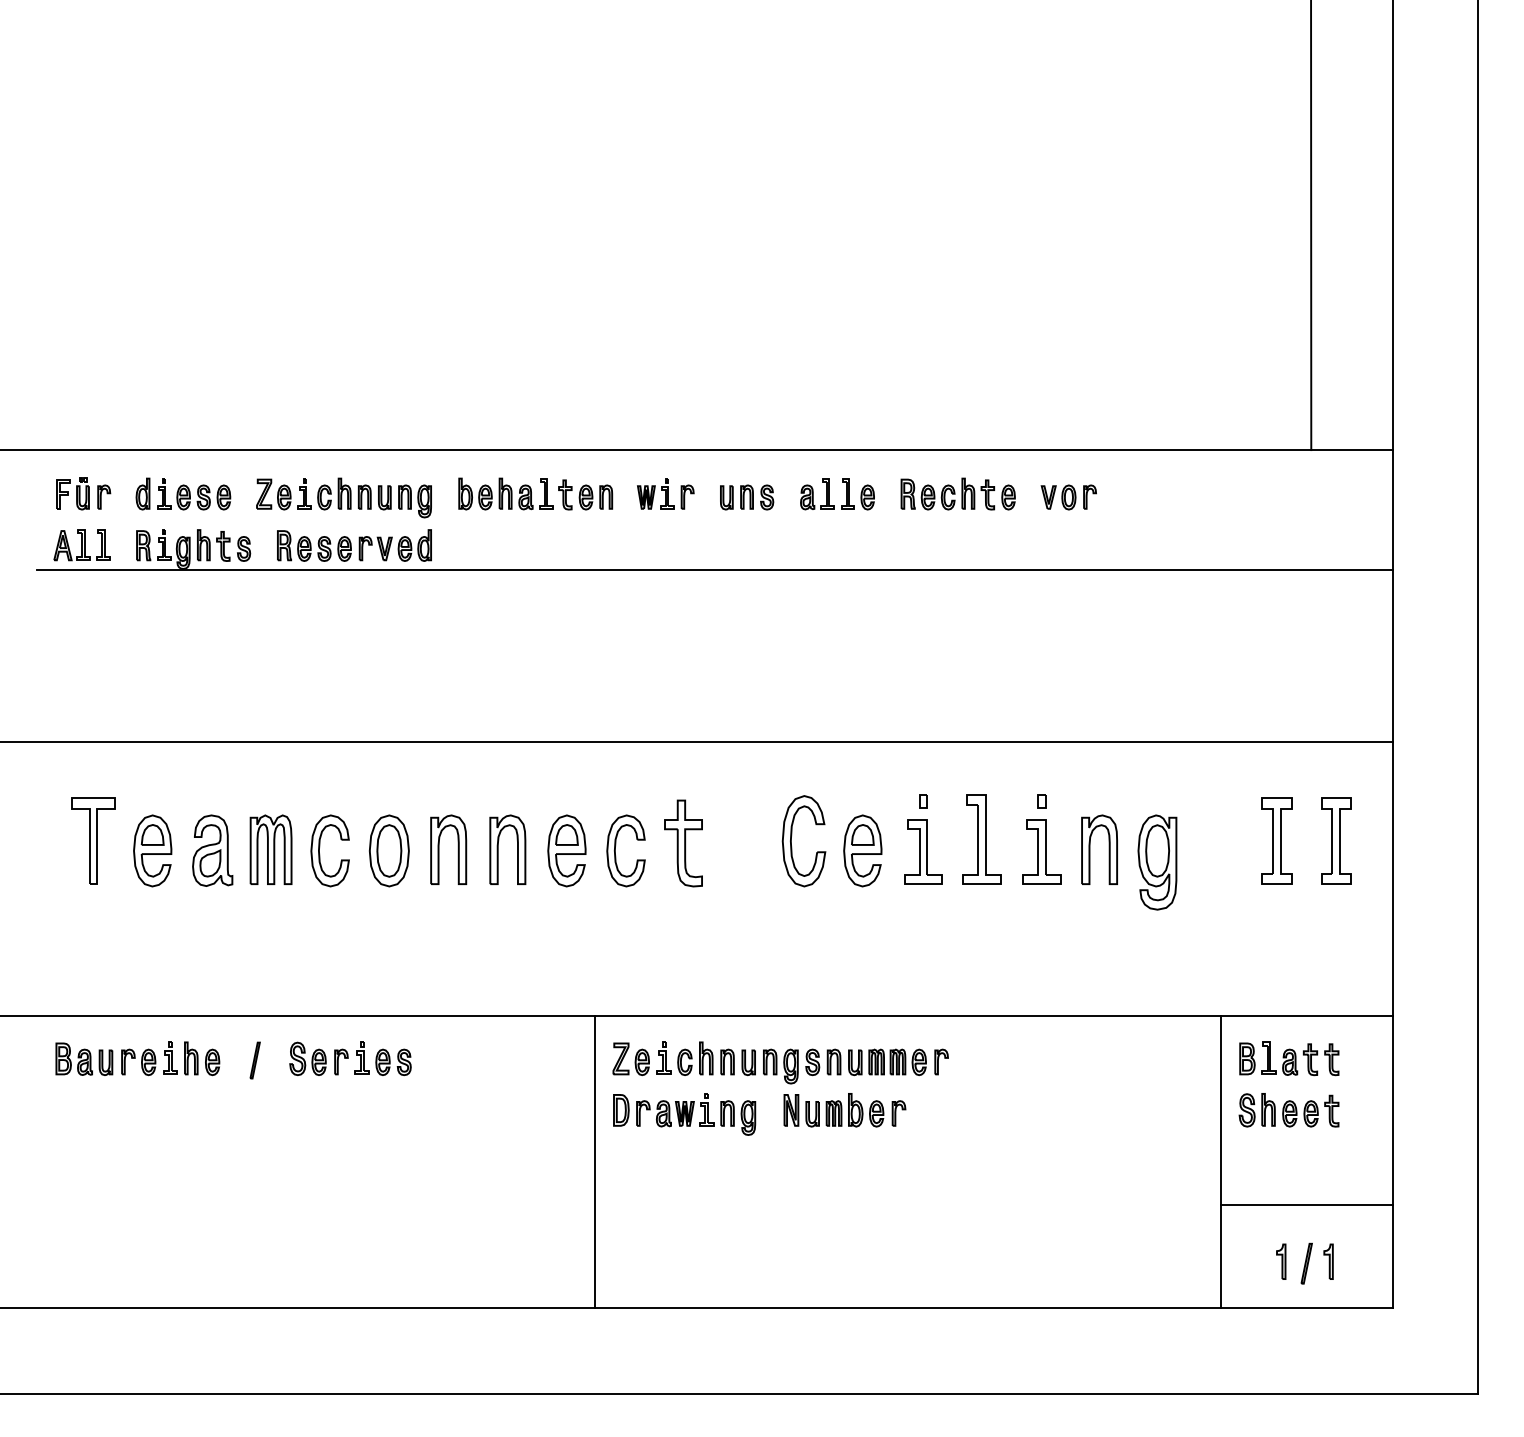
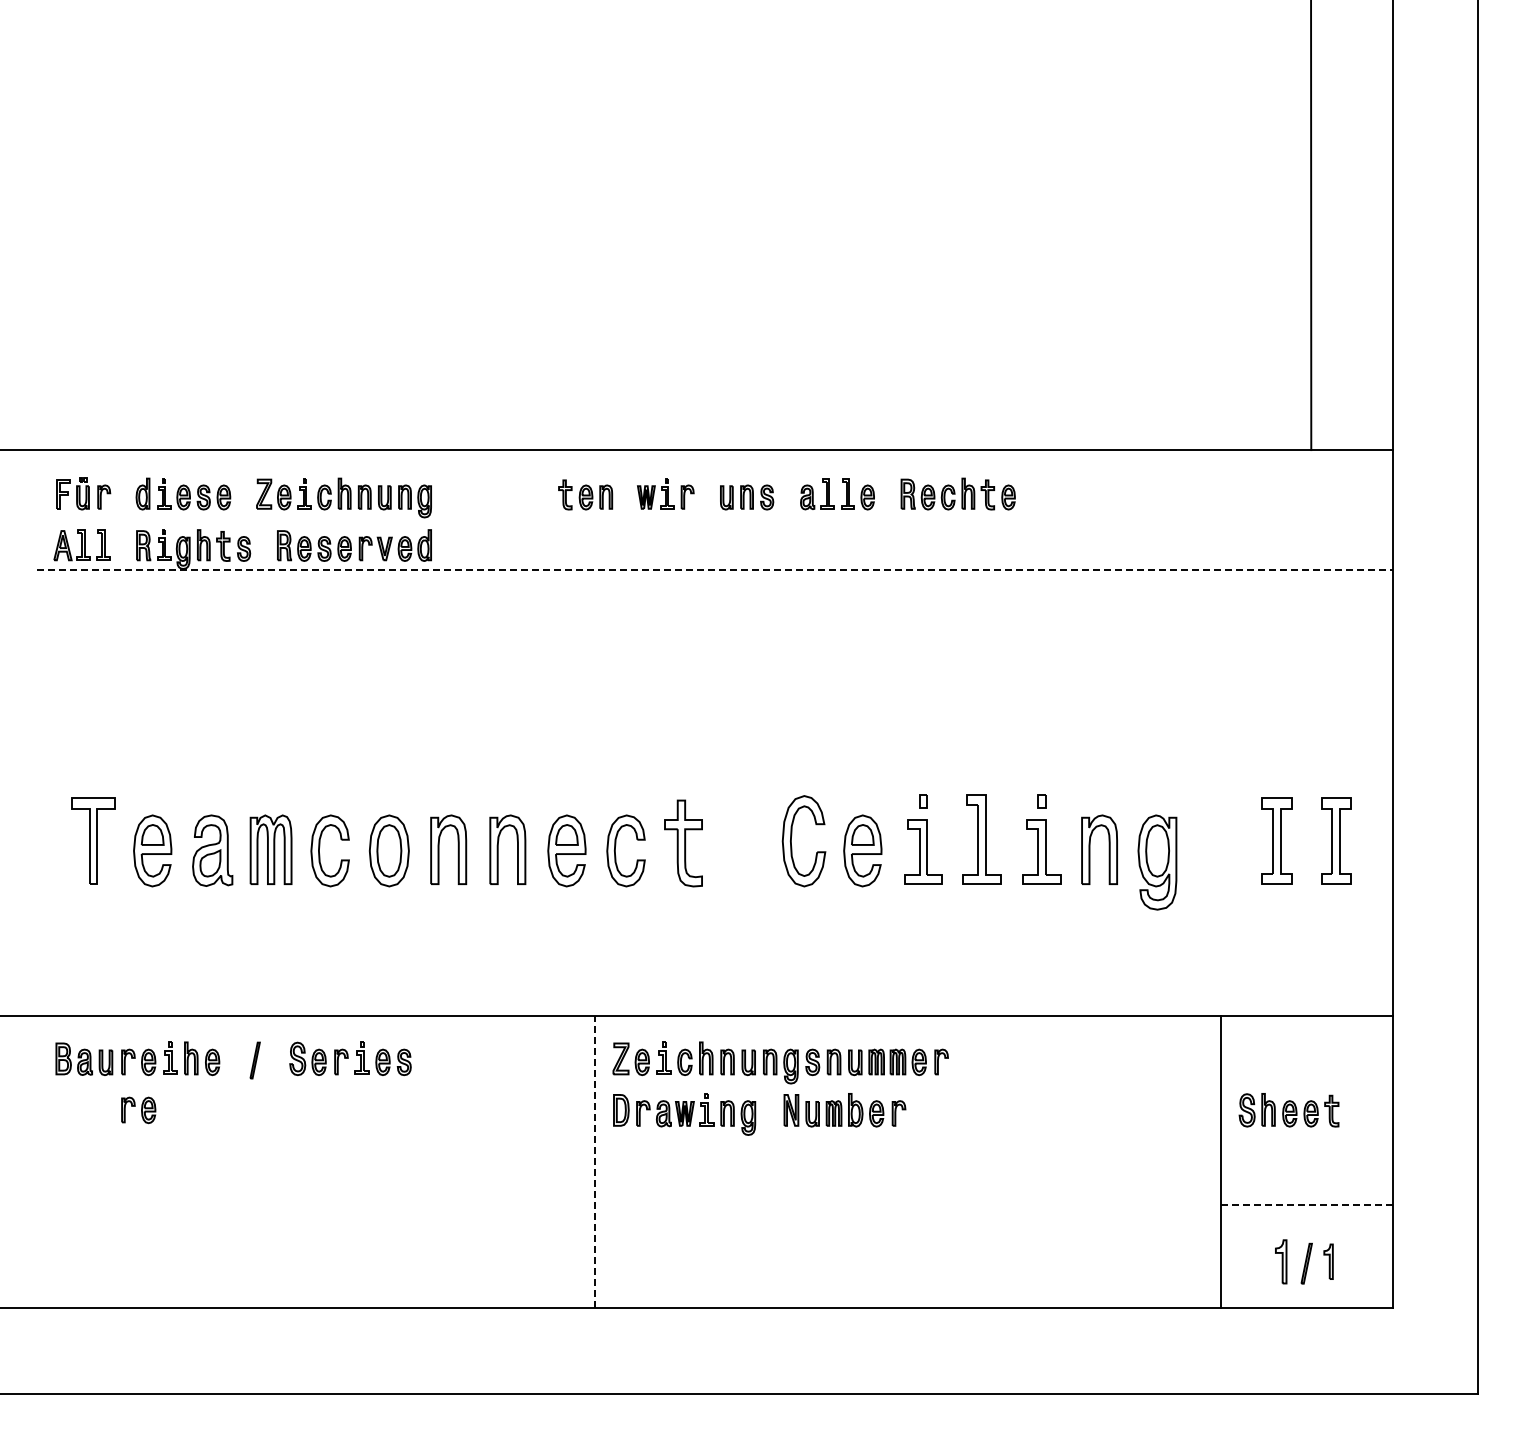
part at (505, 493): present -> none
part at (1068, 497): present -> none
line at (714, 570): solid -> dashed
line at (697, 741): present -> none
part at (1289, 1058): present -> none
part at (138, 1110): none -> present
line at (594, 1162): solid -> dashed
line at (1306, 1204): solid -> dashed
part at (1281, 1261) size: 11x37 px -> 13x46 px
